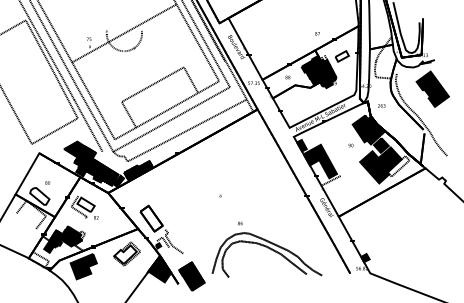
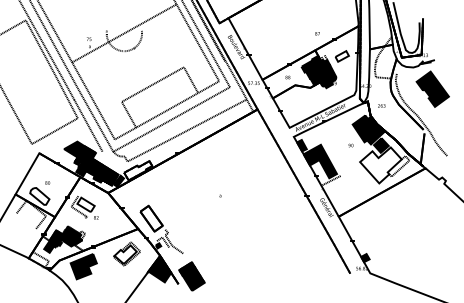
fill at (380, 165): present -> none
fill at (138, 170): present -> none
part at (266, 249): present -> none
